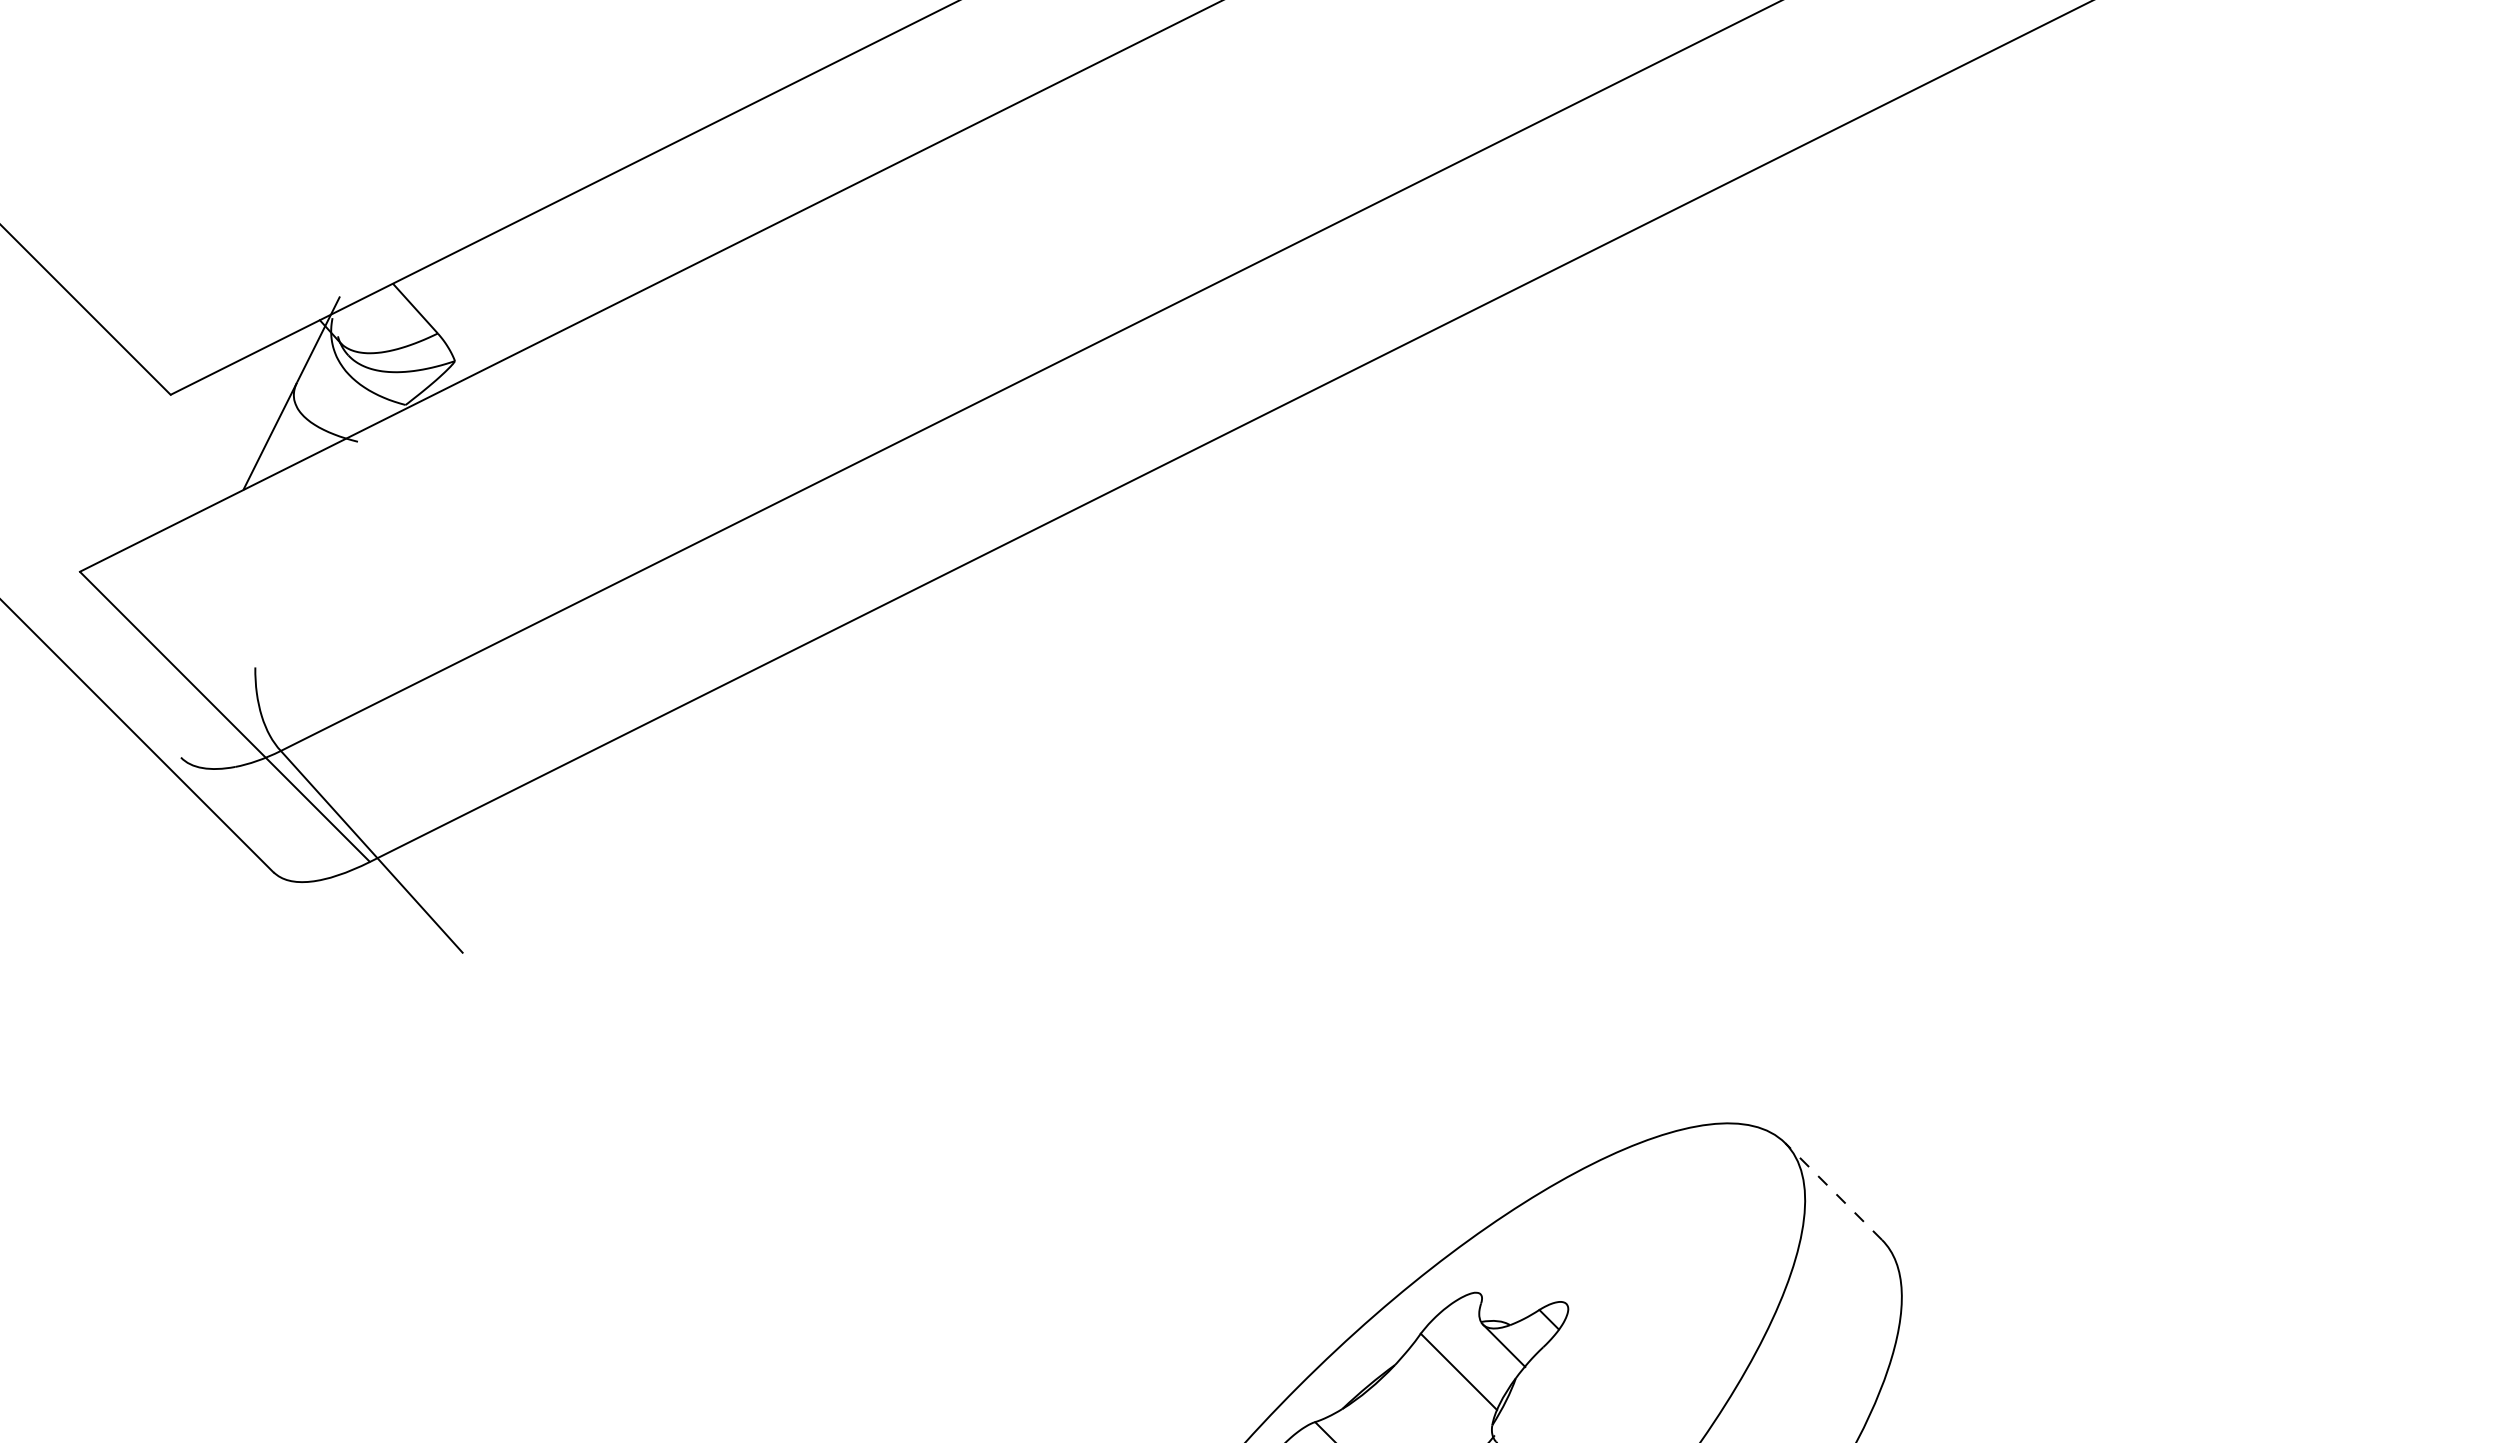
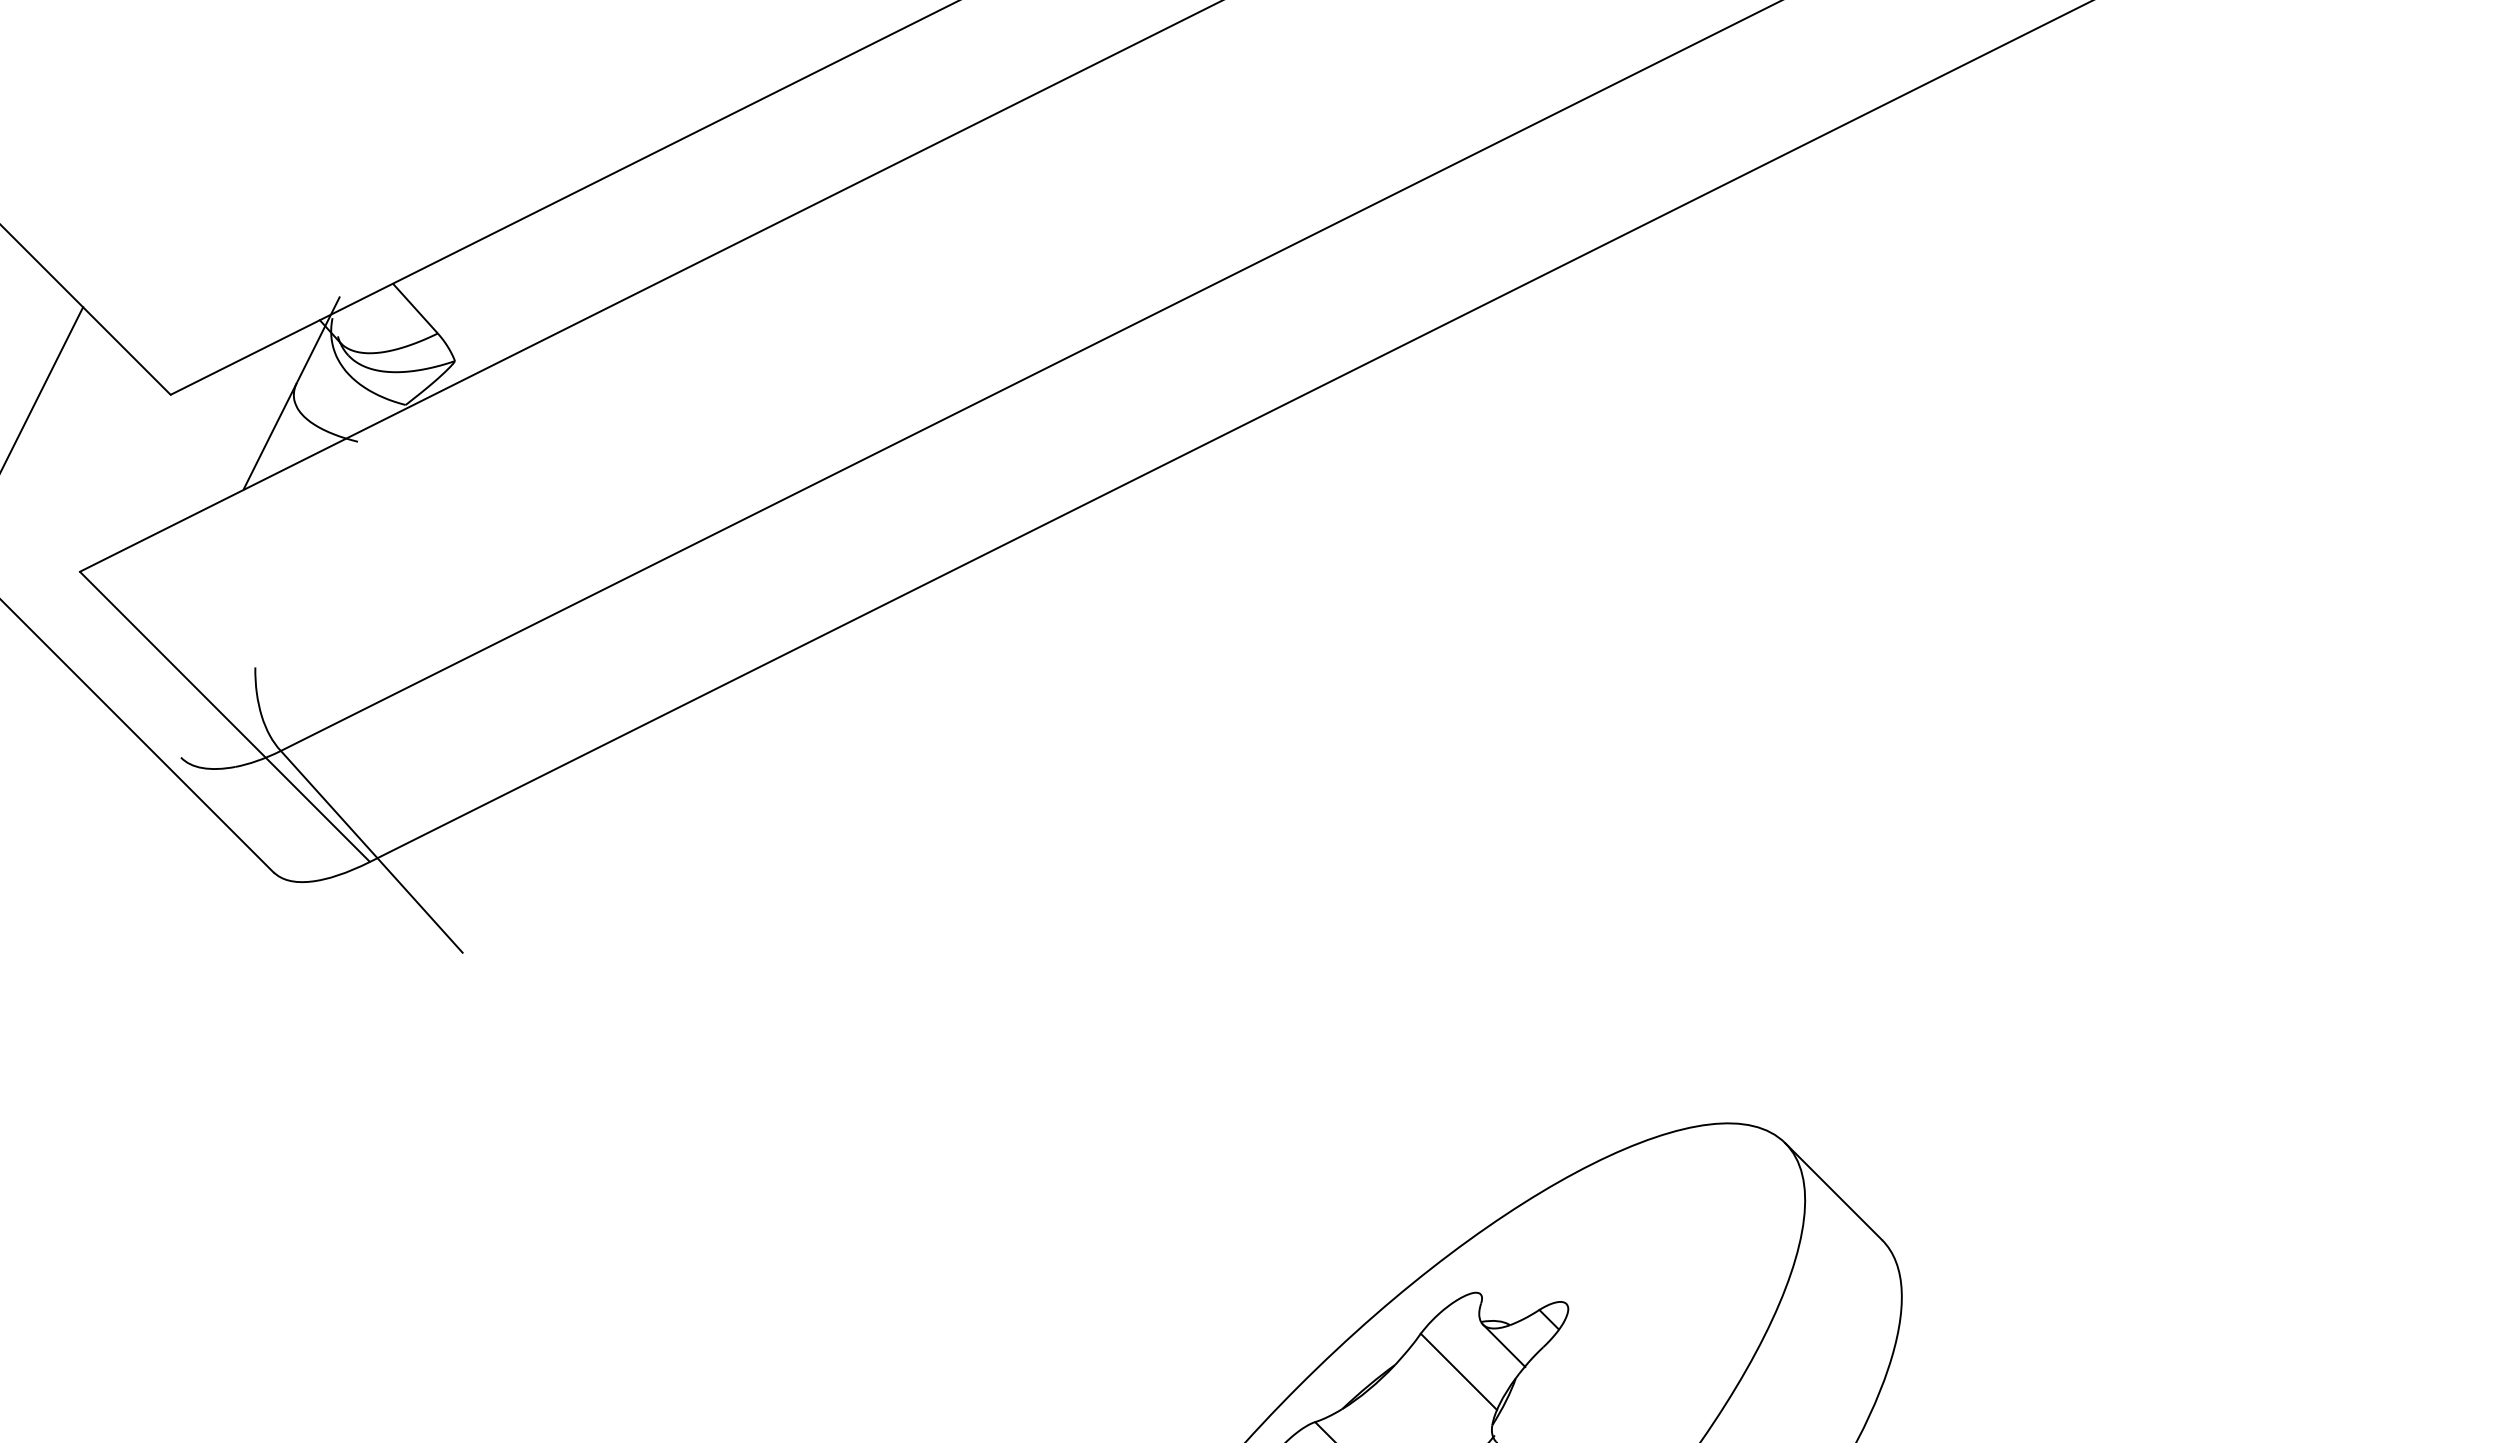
line at (42, 387): none -> present
line at (1833, 1191): dashed -> solid
